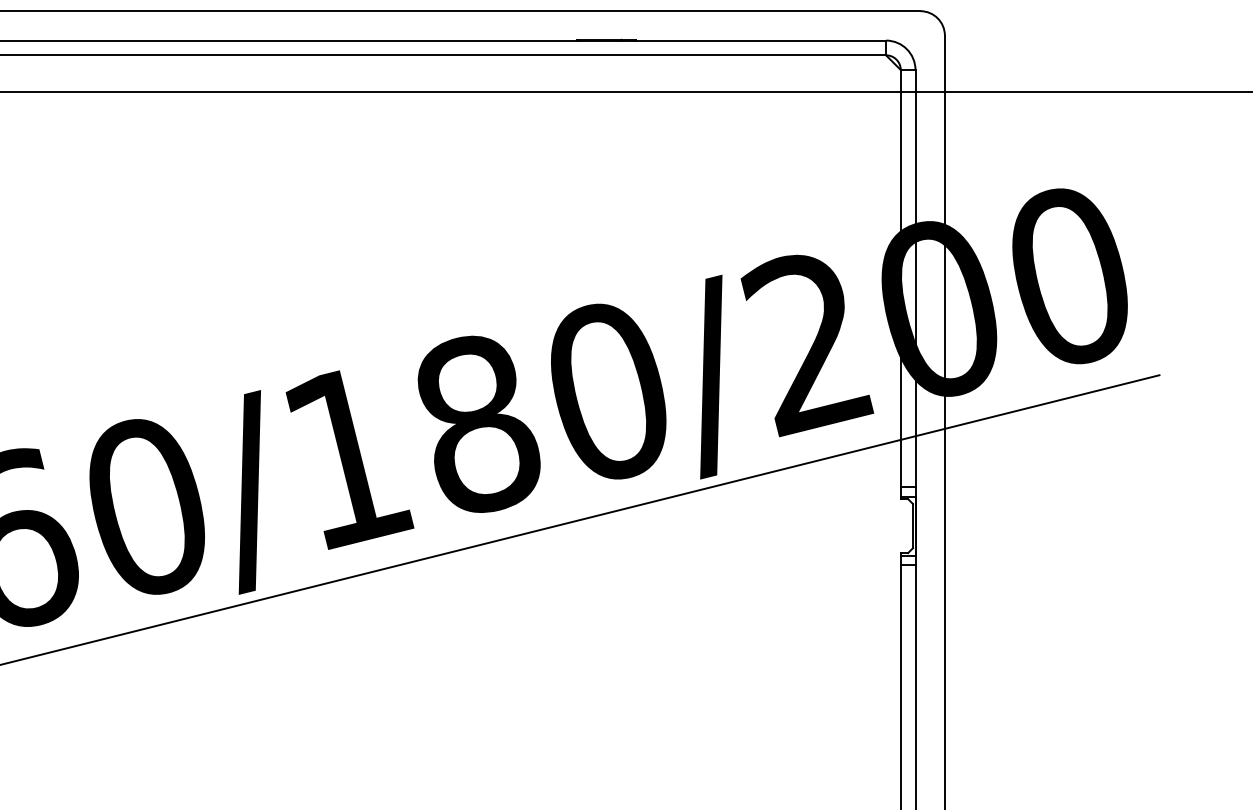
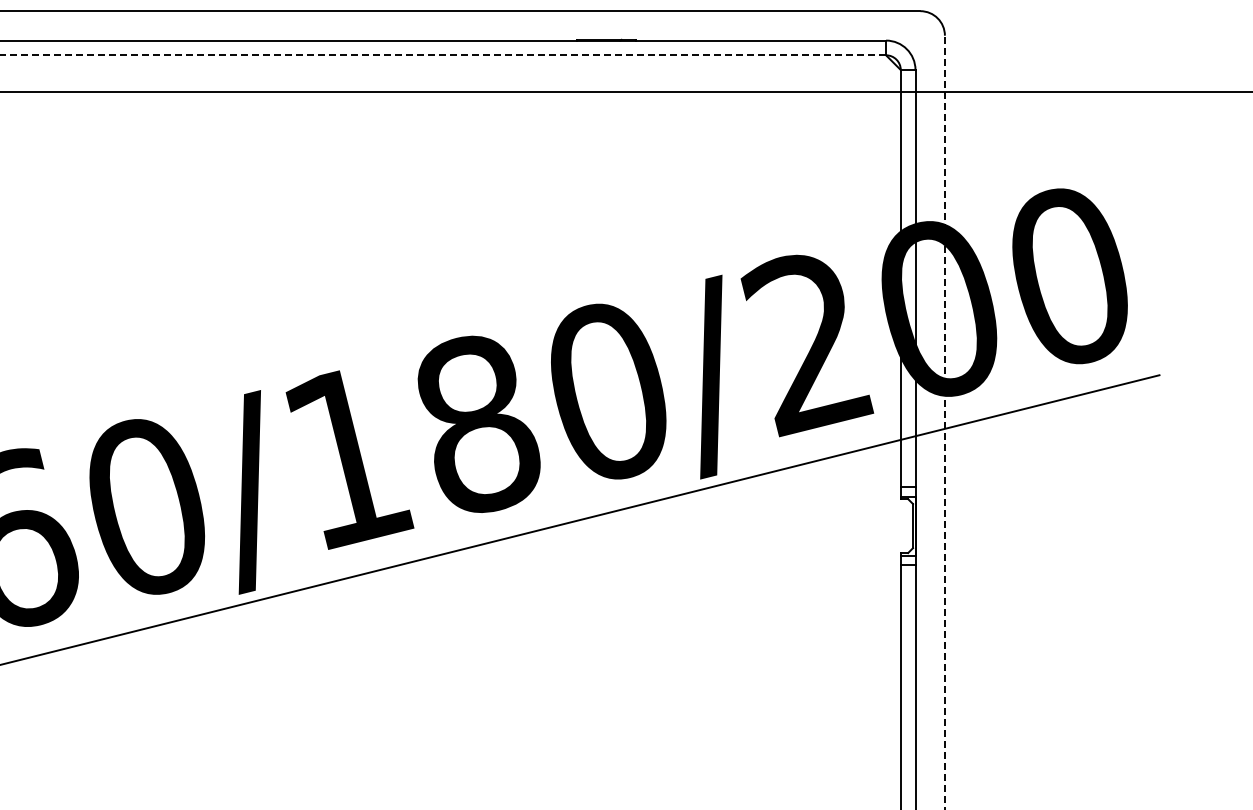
line at (443, 55): solid -> dashed
line at (944, 422): solid -> dashed
